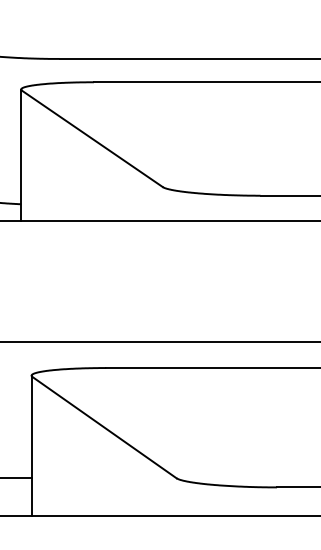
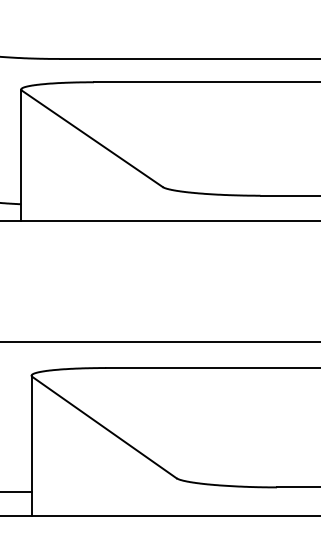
line at (16, 478) position: (16, 478) -> (16, 492)
